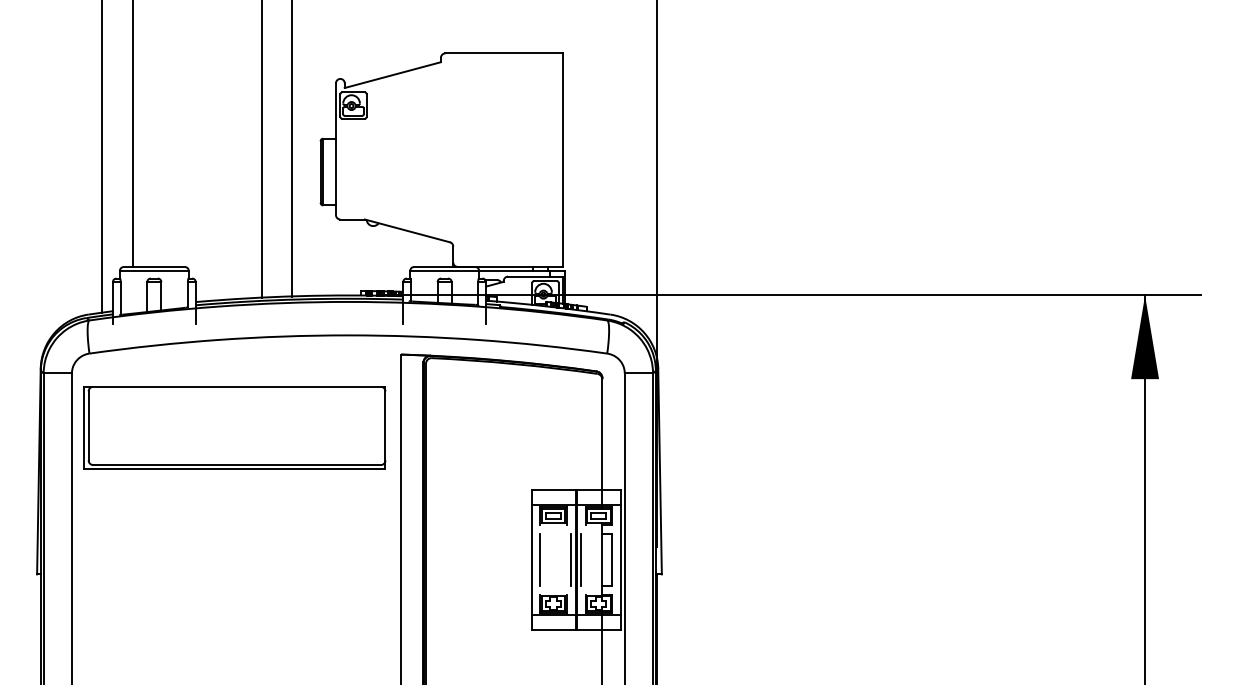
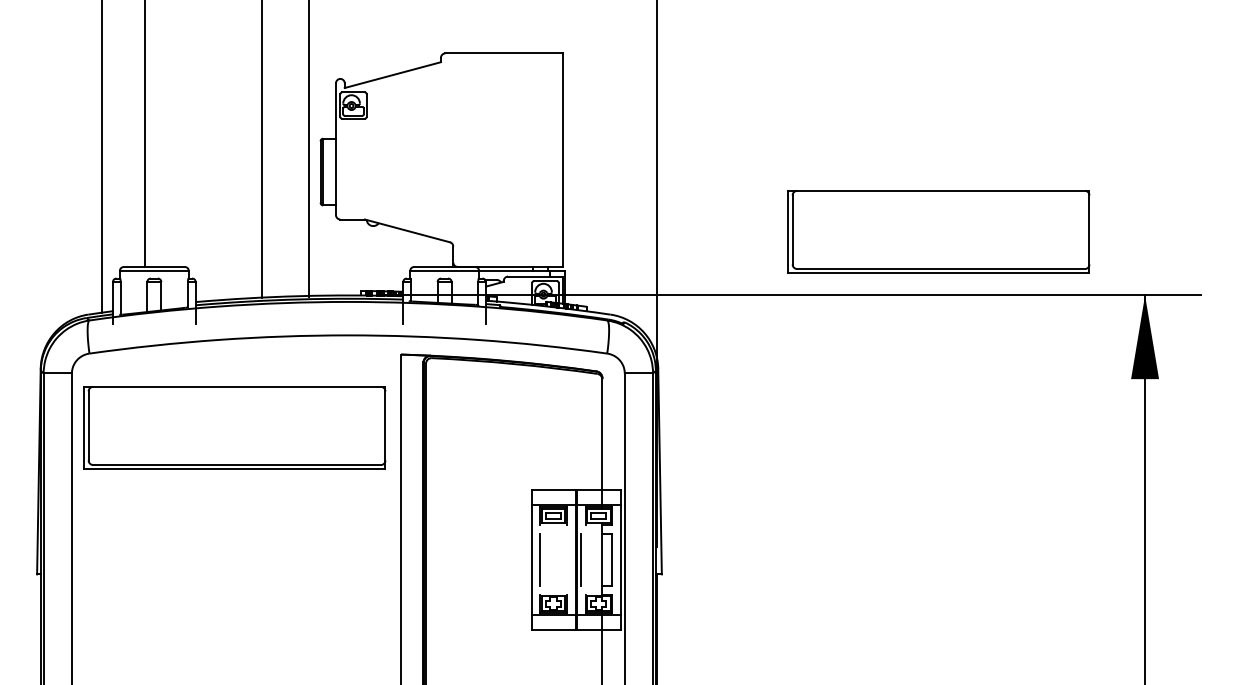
line at (132, 134) position: (132, 134) -> (144, 134)
line at (291, 149) position: (291, 149) -> (308, 149)
part at (938, 231): none -> present
line at (571, 559): present -> none
